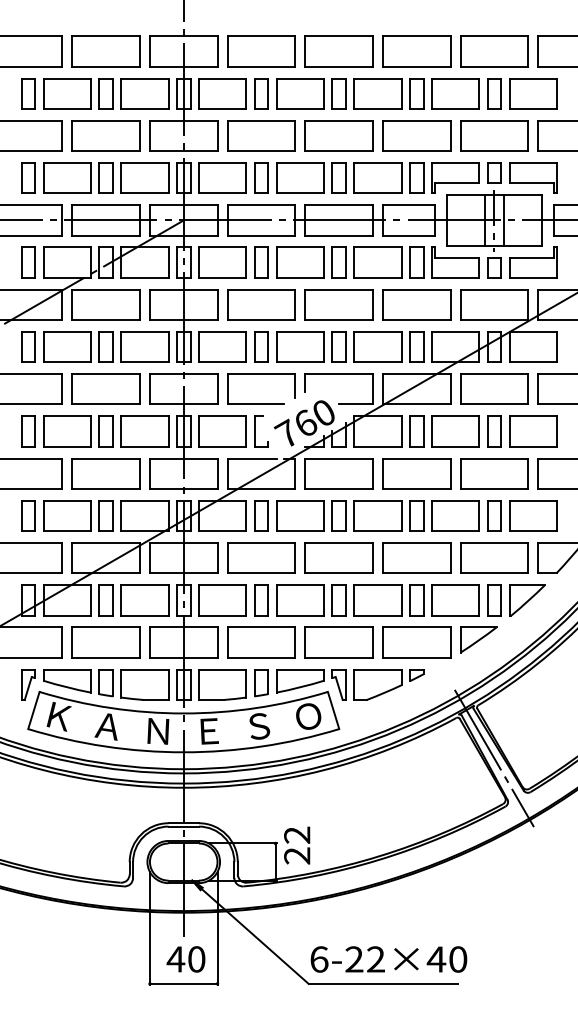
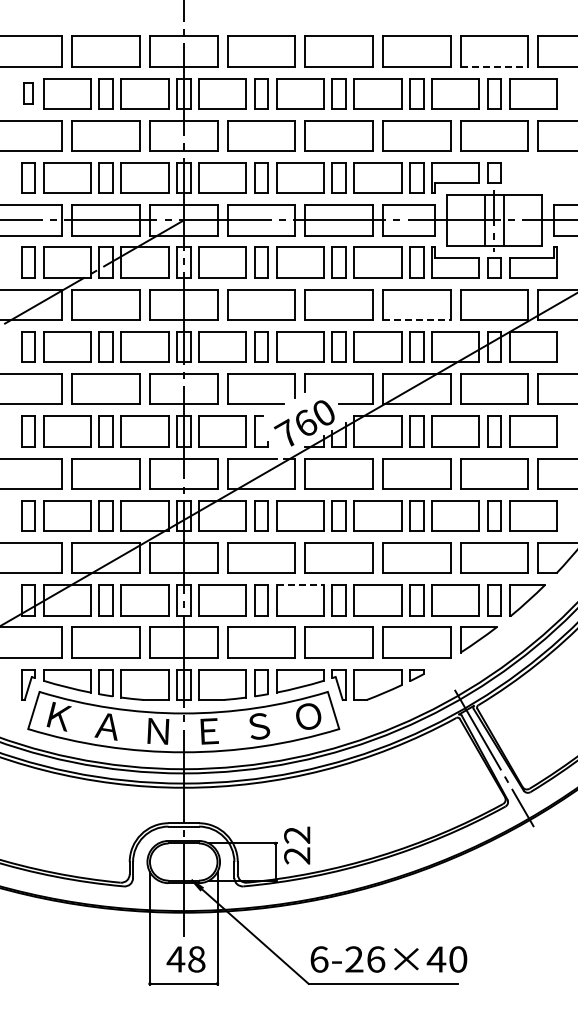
line at (494, 66): solid -> dashed
part at (28, 93) size: 15x32 px -> 11x23 px
part at (533, 177): present -> none
line at (416, 320): solid -> dashed
line at (300, 585): solid -> dashed
text at (196, 959): 40 -> 48
text at (376, 959): 6-22×40 -> 6-26×40
